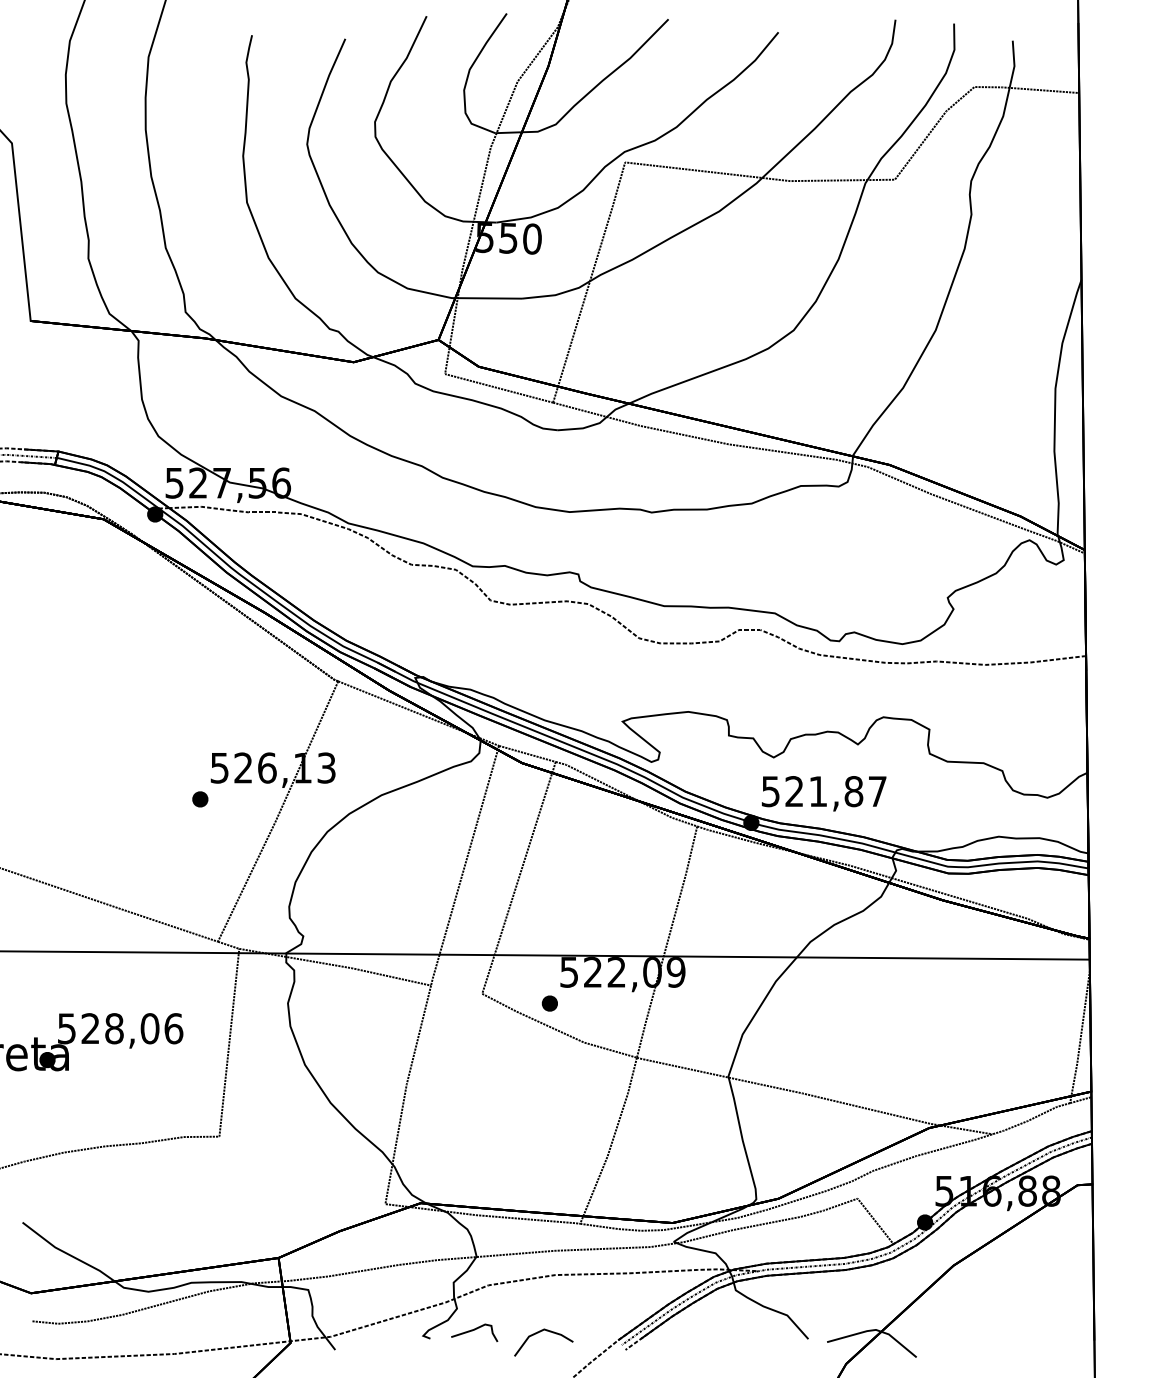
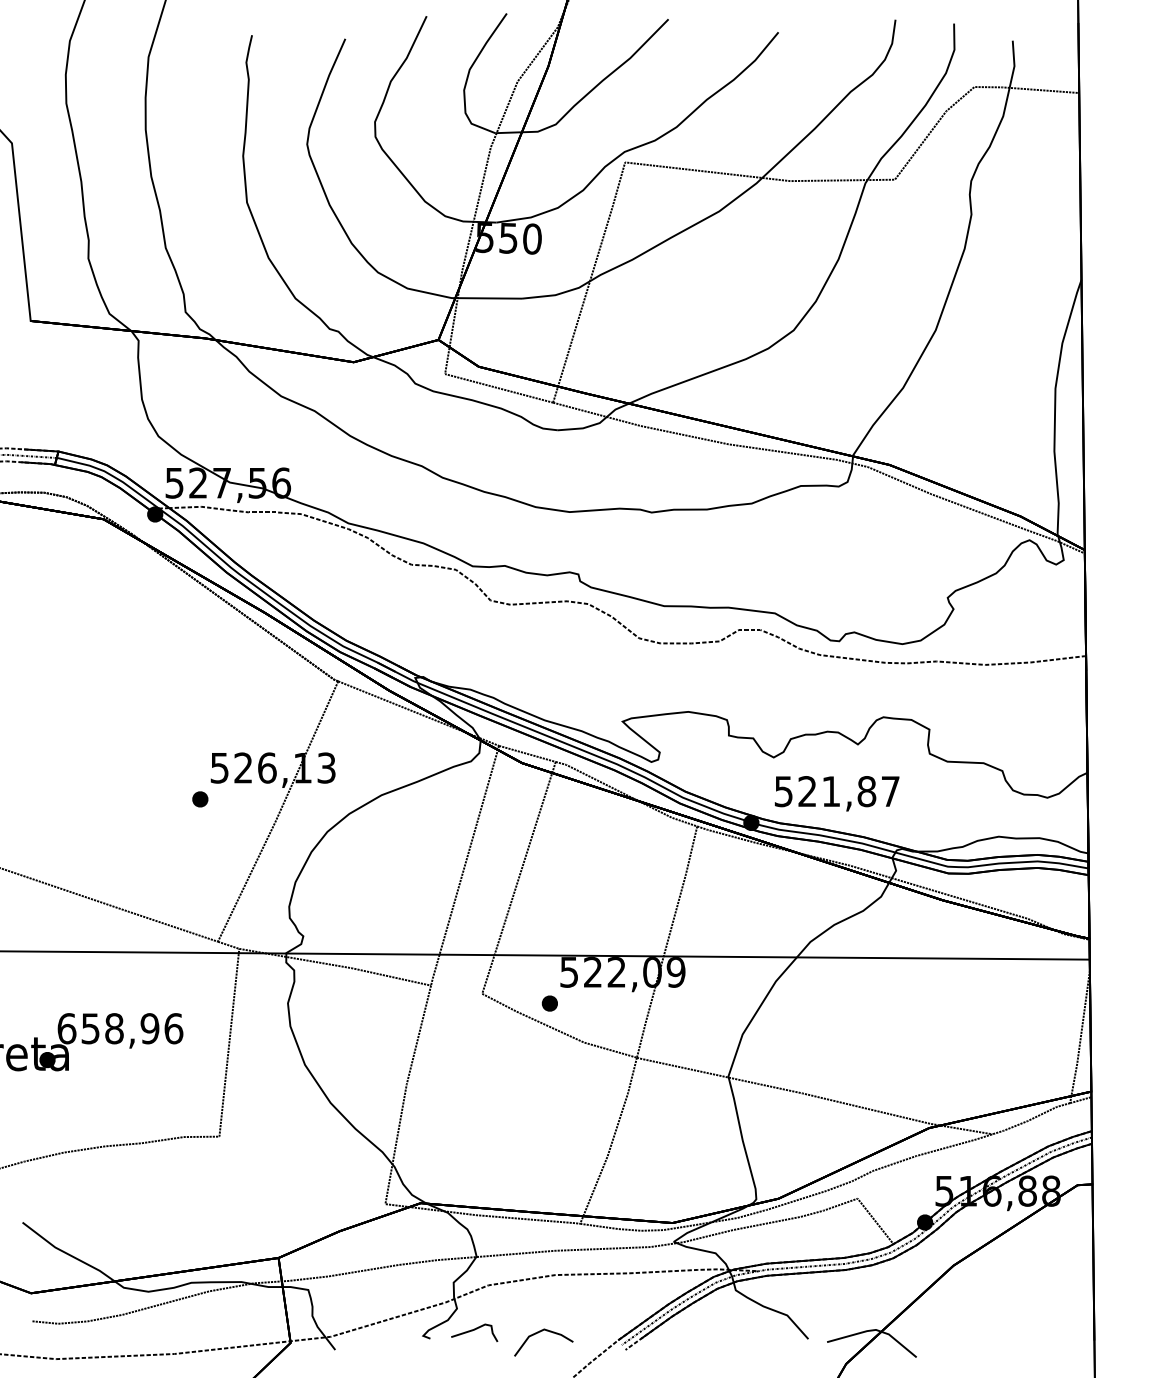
text at (823, 793) position: (823, 793) -> (836, 793)
text at (108, 1028): 528,06 -> 658,96
